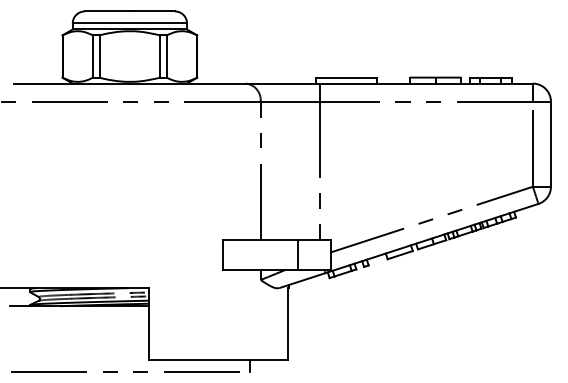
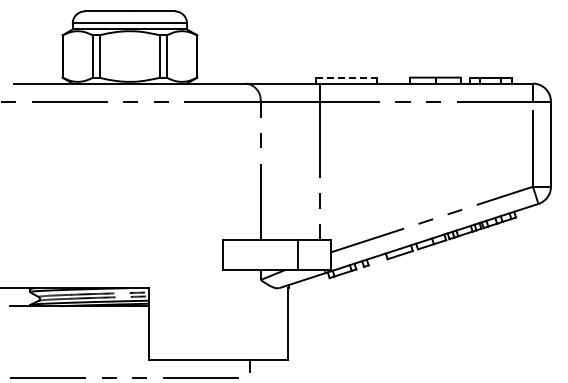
line at (346, 77): solid -> dashed
line at (117, 371) position: (117, 371) -> (116, 377)
